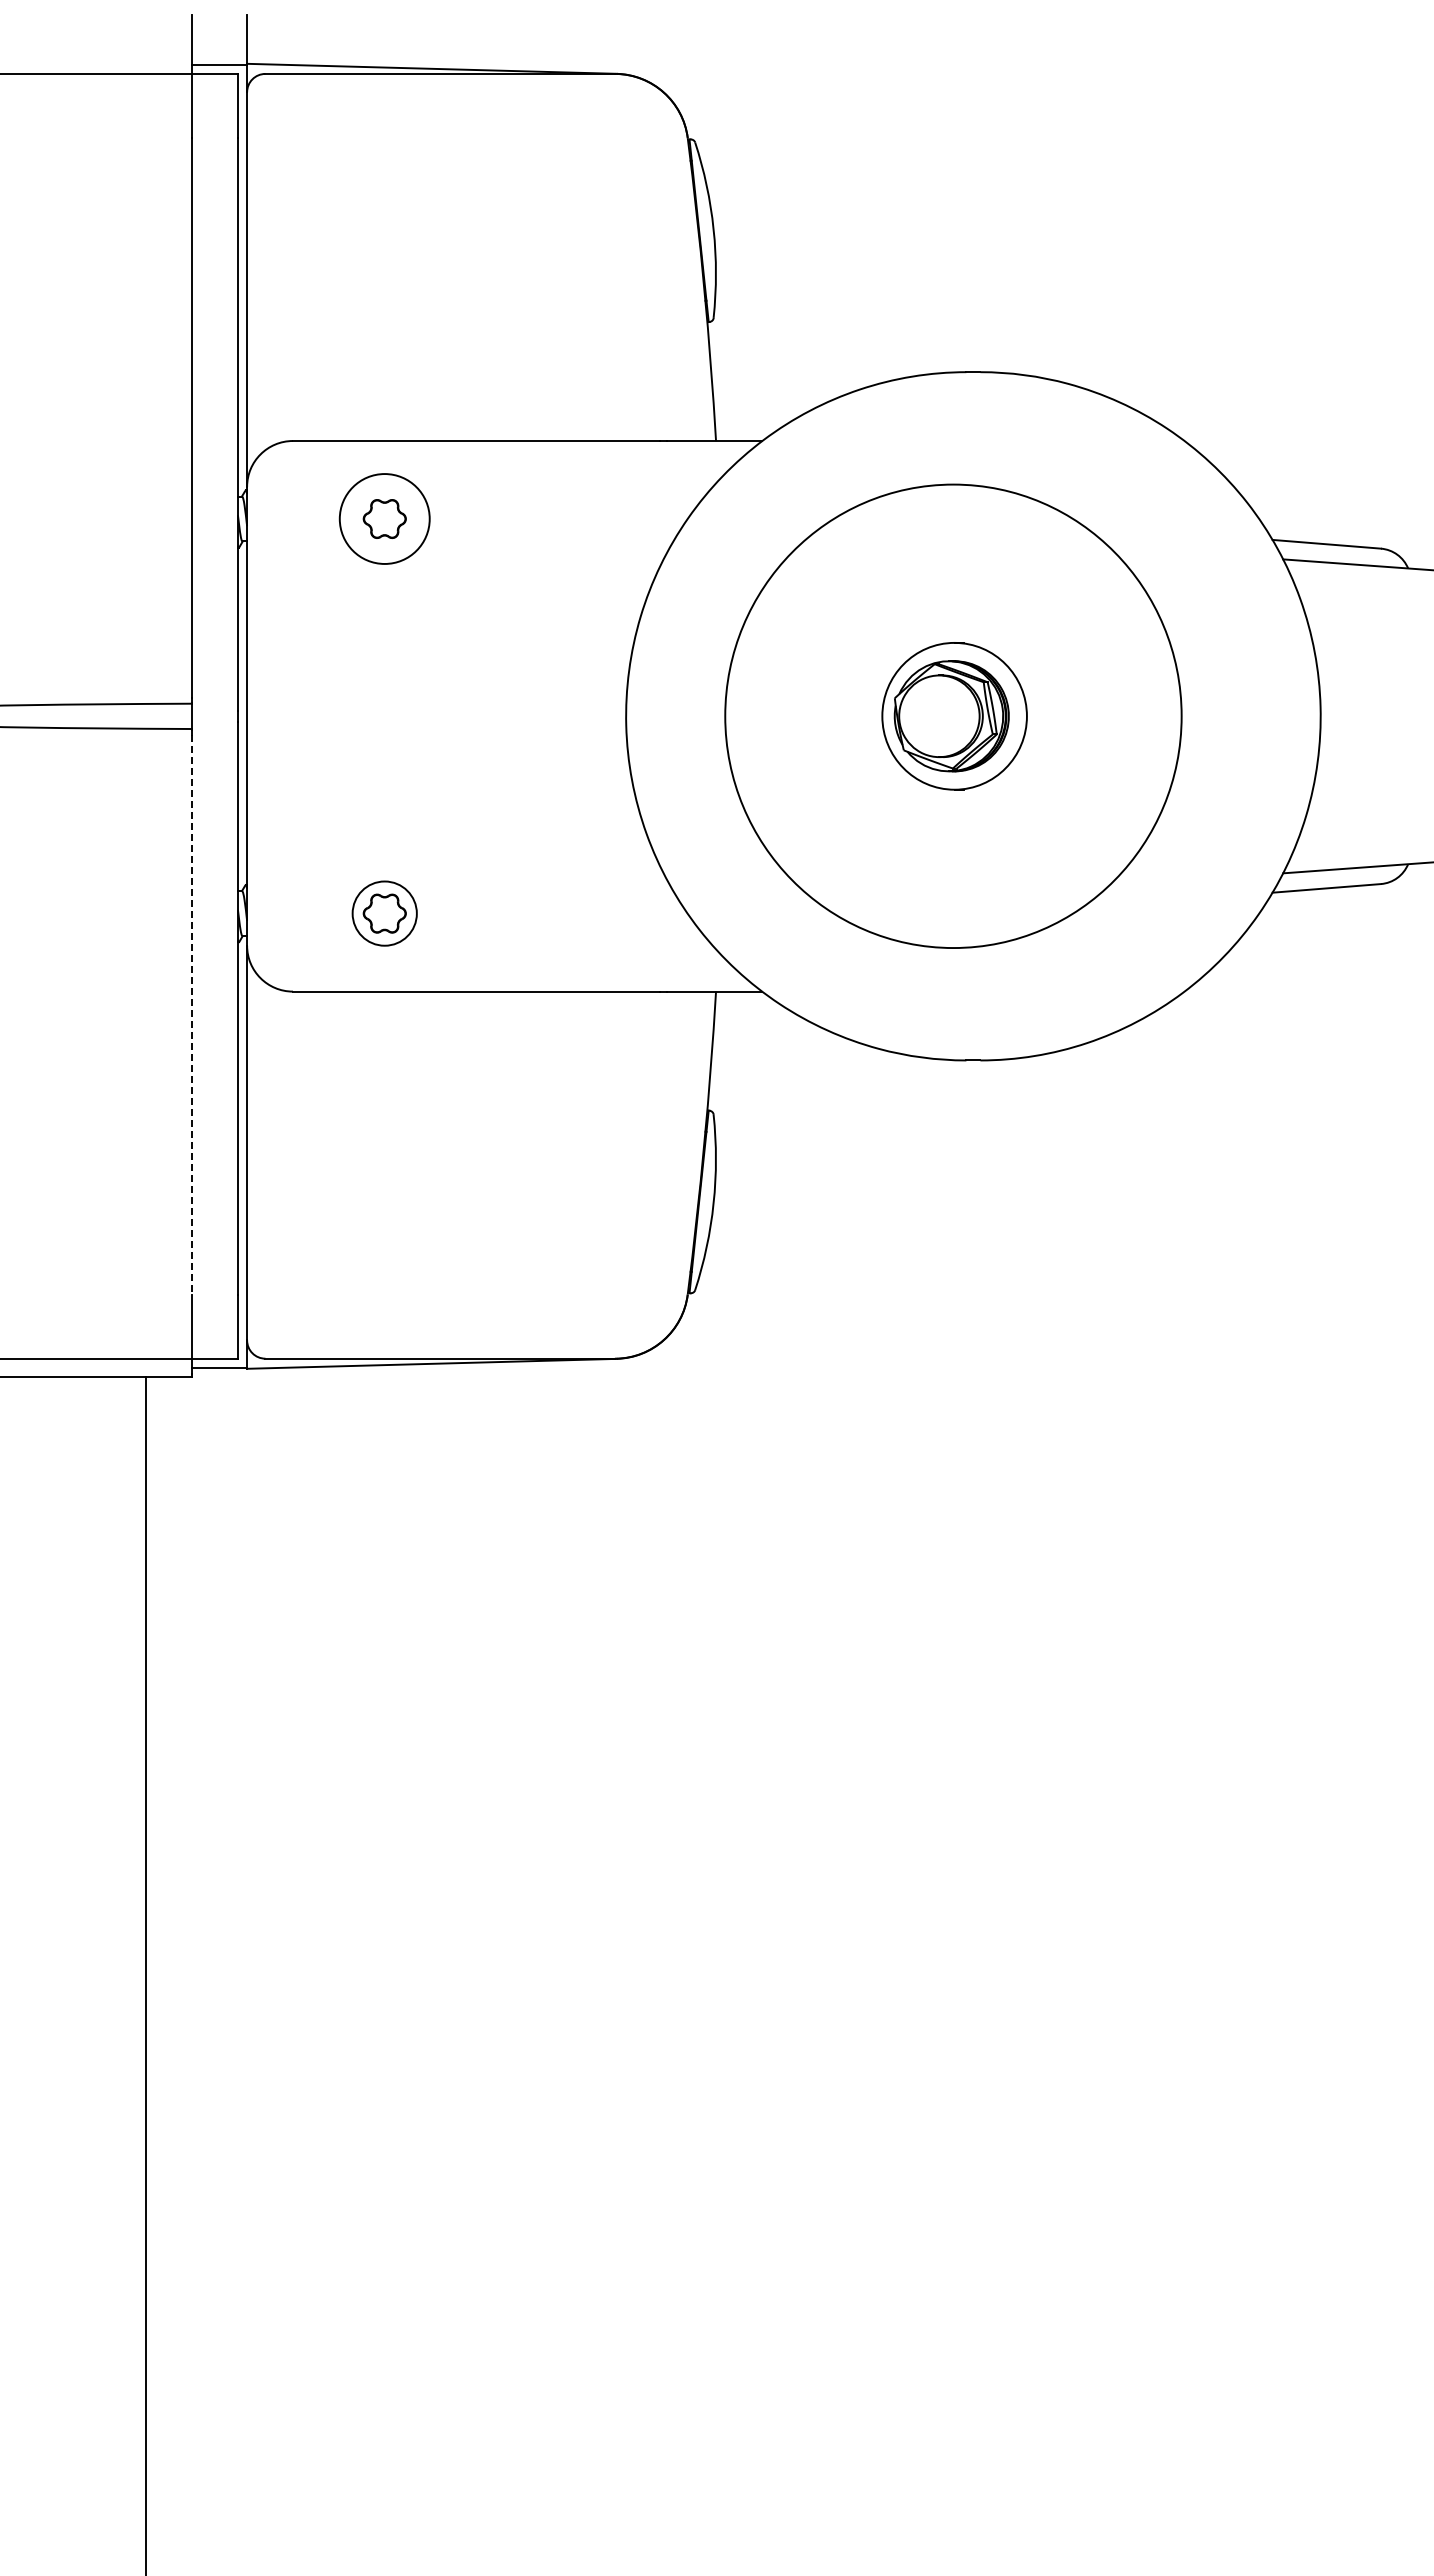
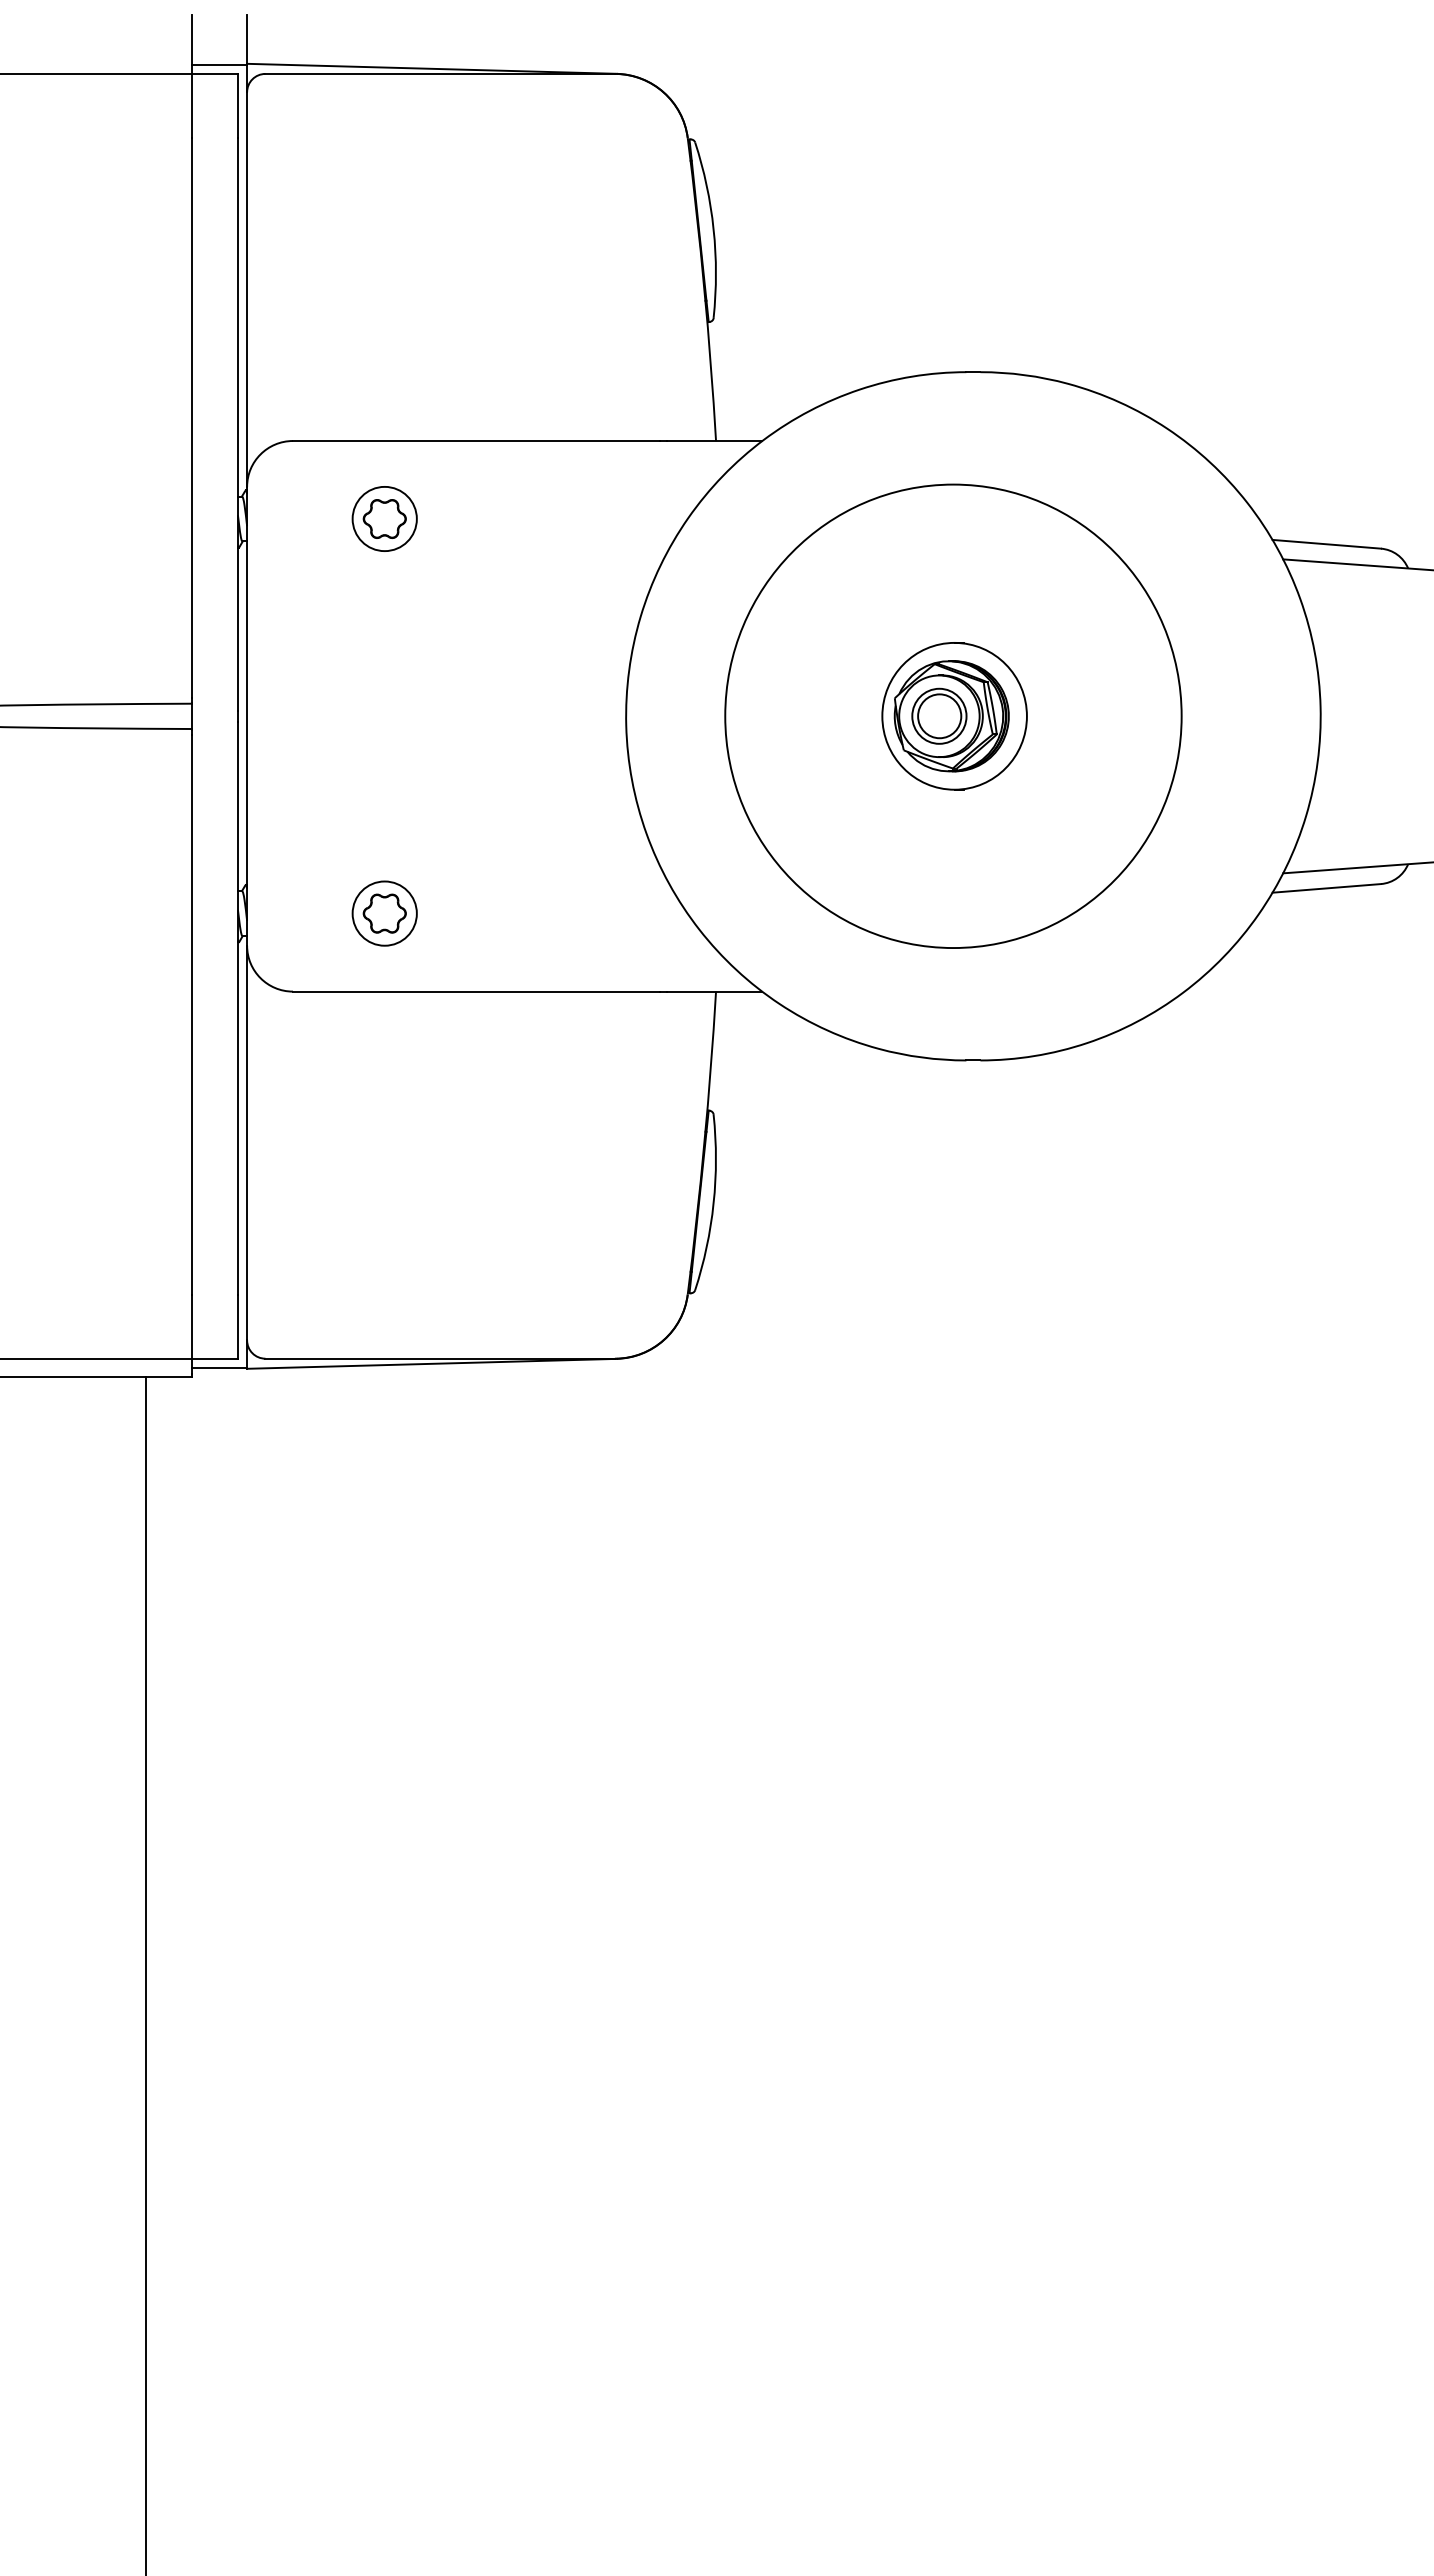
circle at (384, 518) diameter: 90 px -> 64 px
part at (939, 715): none -> present
line at (192, 1014): dashed -> solid
